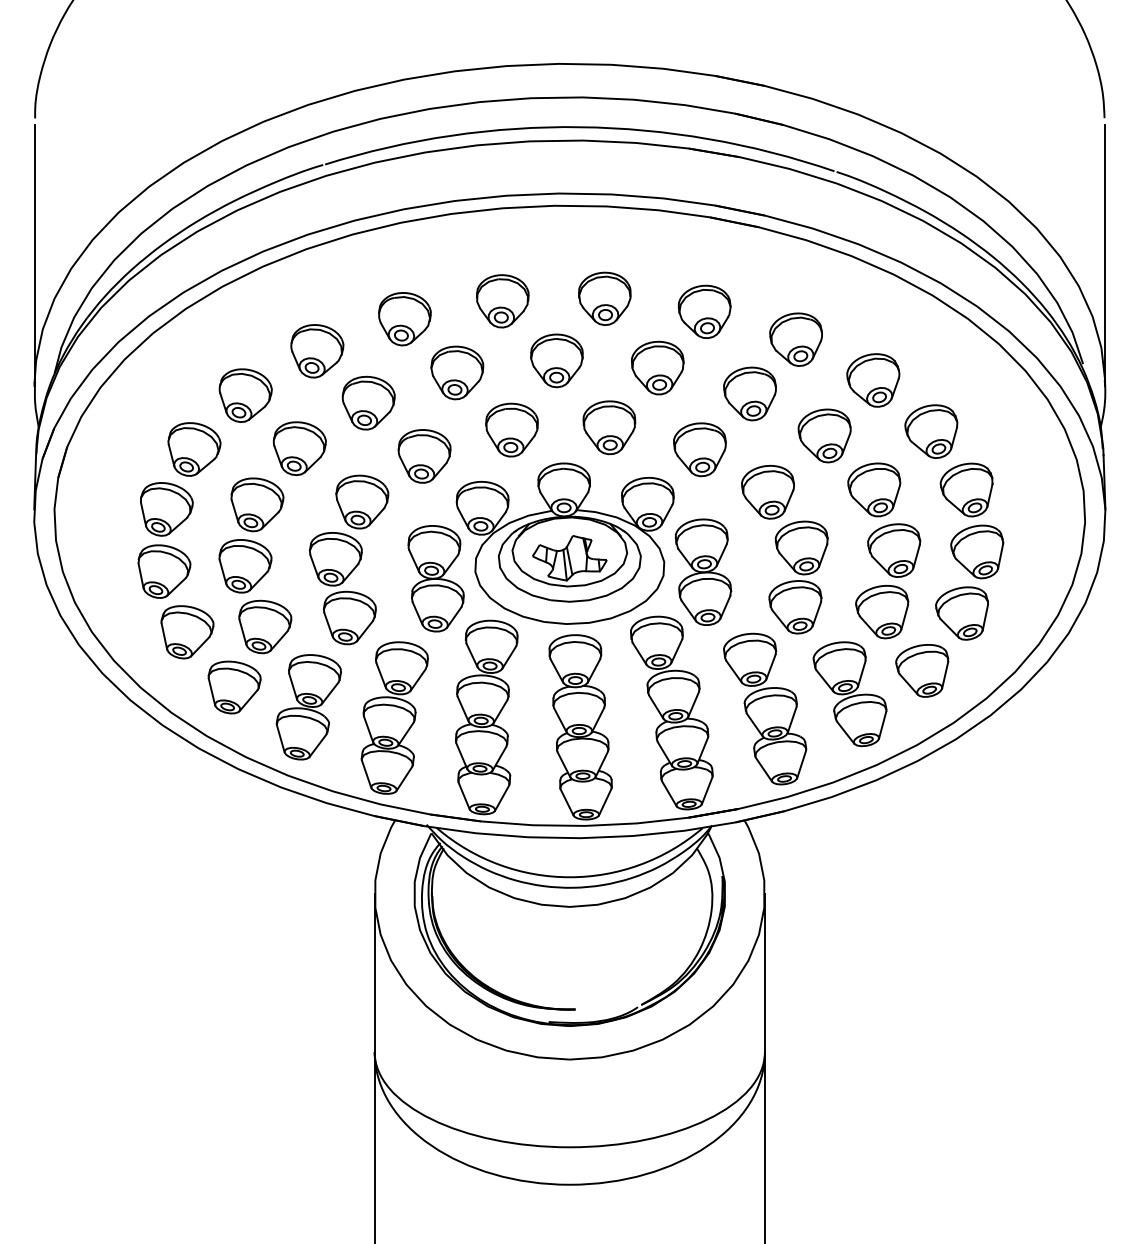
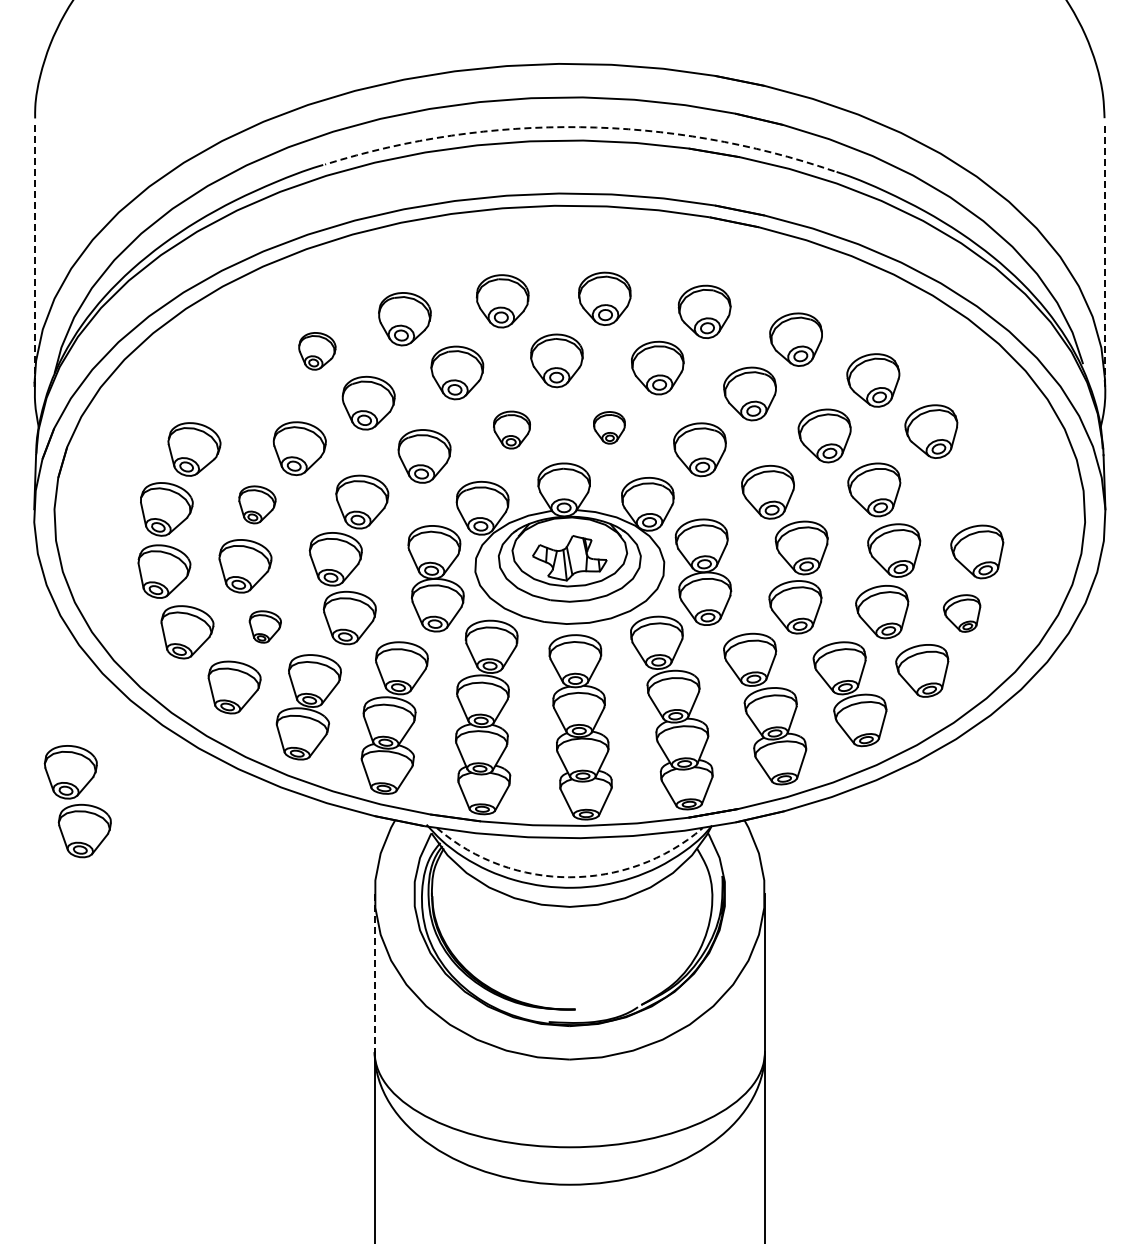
arc at (580, 127): solid -> dashed
line at (1105, 255): solid -> dashed
line at (34, 256): solid -> dashed
part at (317, 351) size: 55x55 px -> 39x39 px
part at (245, 395): present -> none
part at (609, 427) size: 55x56 px -> 33x34 px
part at (511, 429) size: 54x56 px -> 38x40 px
part at (966, 489): present -> none
part at (257, 504) size: 55x56 px -> 39x40 px
part at (961, 613) size: 54x55 px -> 39x39 px
part at (265, 626) size: 55x56 px -> 34x34 px
part at (77, 801): none -> present
arc at (569, 877): solid -> dashed
line at (374, 973): solid -> dashed
